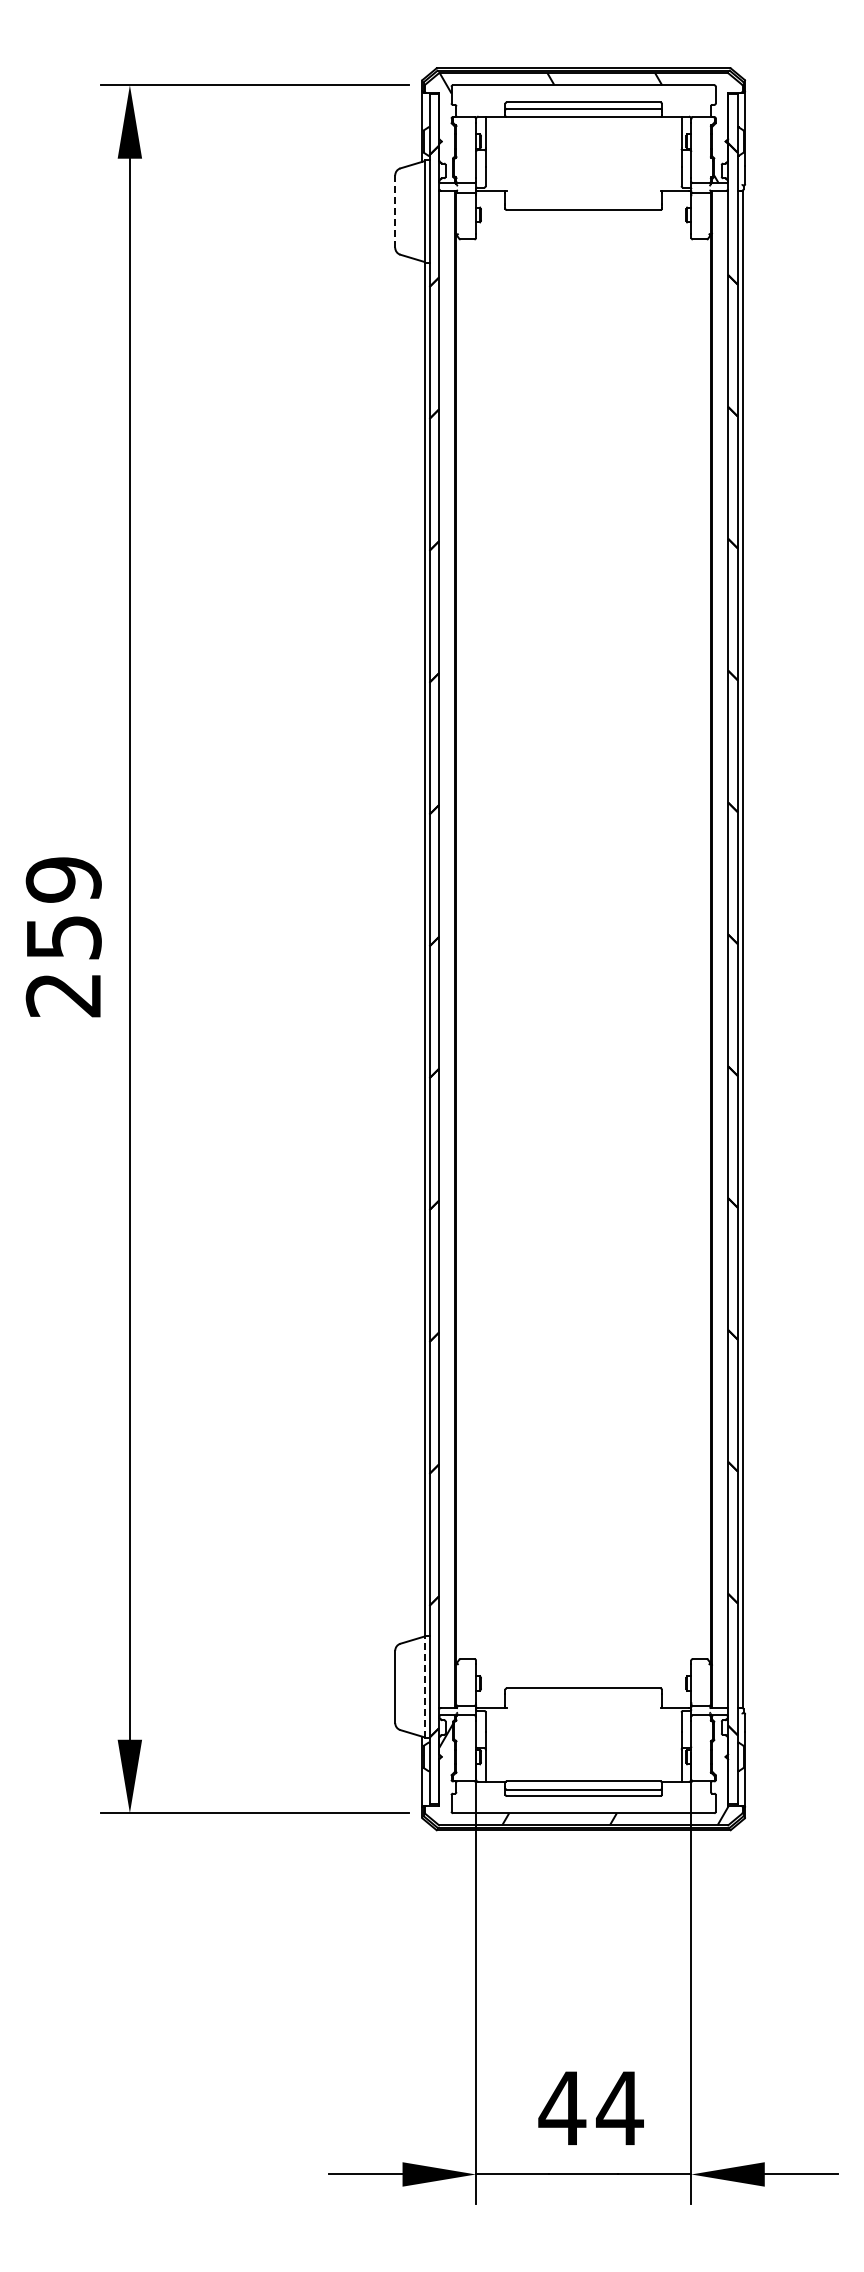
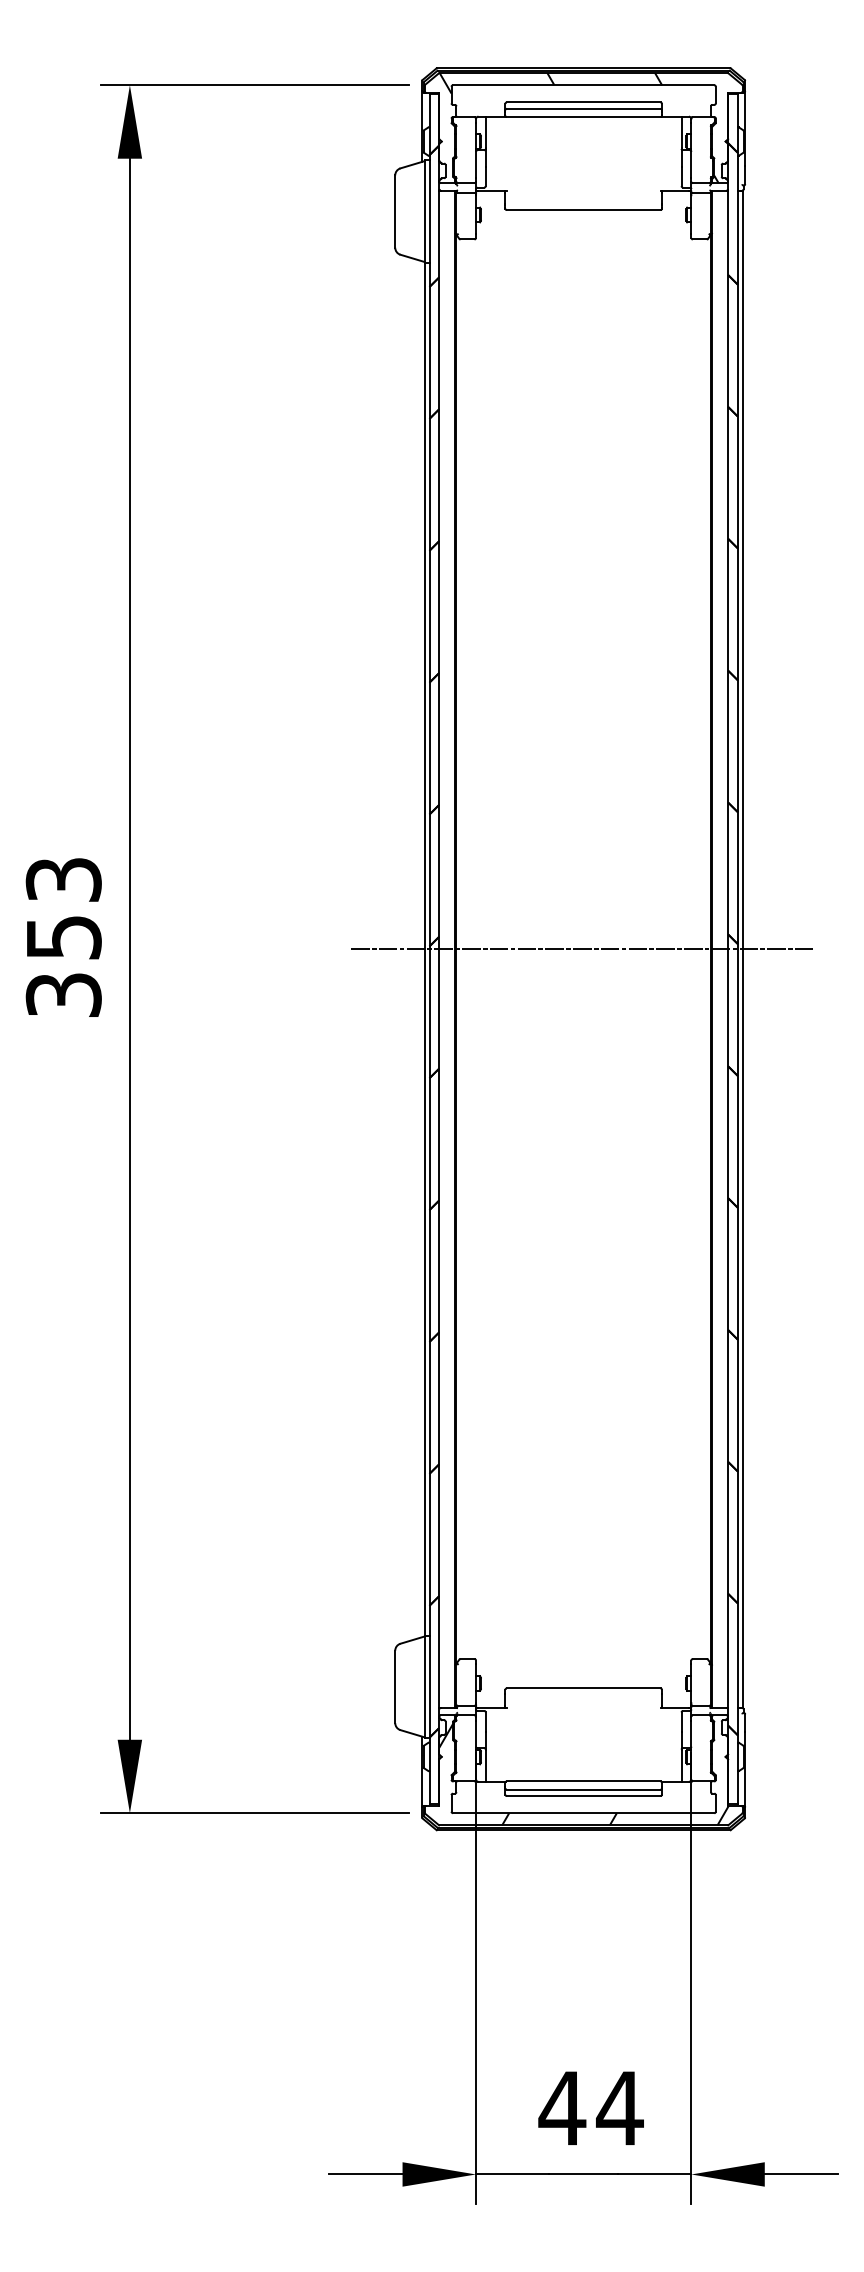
line at (395, 211): dashed -> solid
text at (63, 937): 259 -> 353
line at (583, 949): none -> present
line at (424, 1686): dashed -> solid
